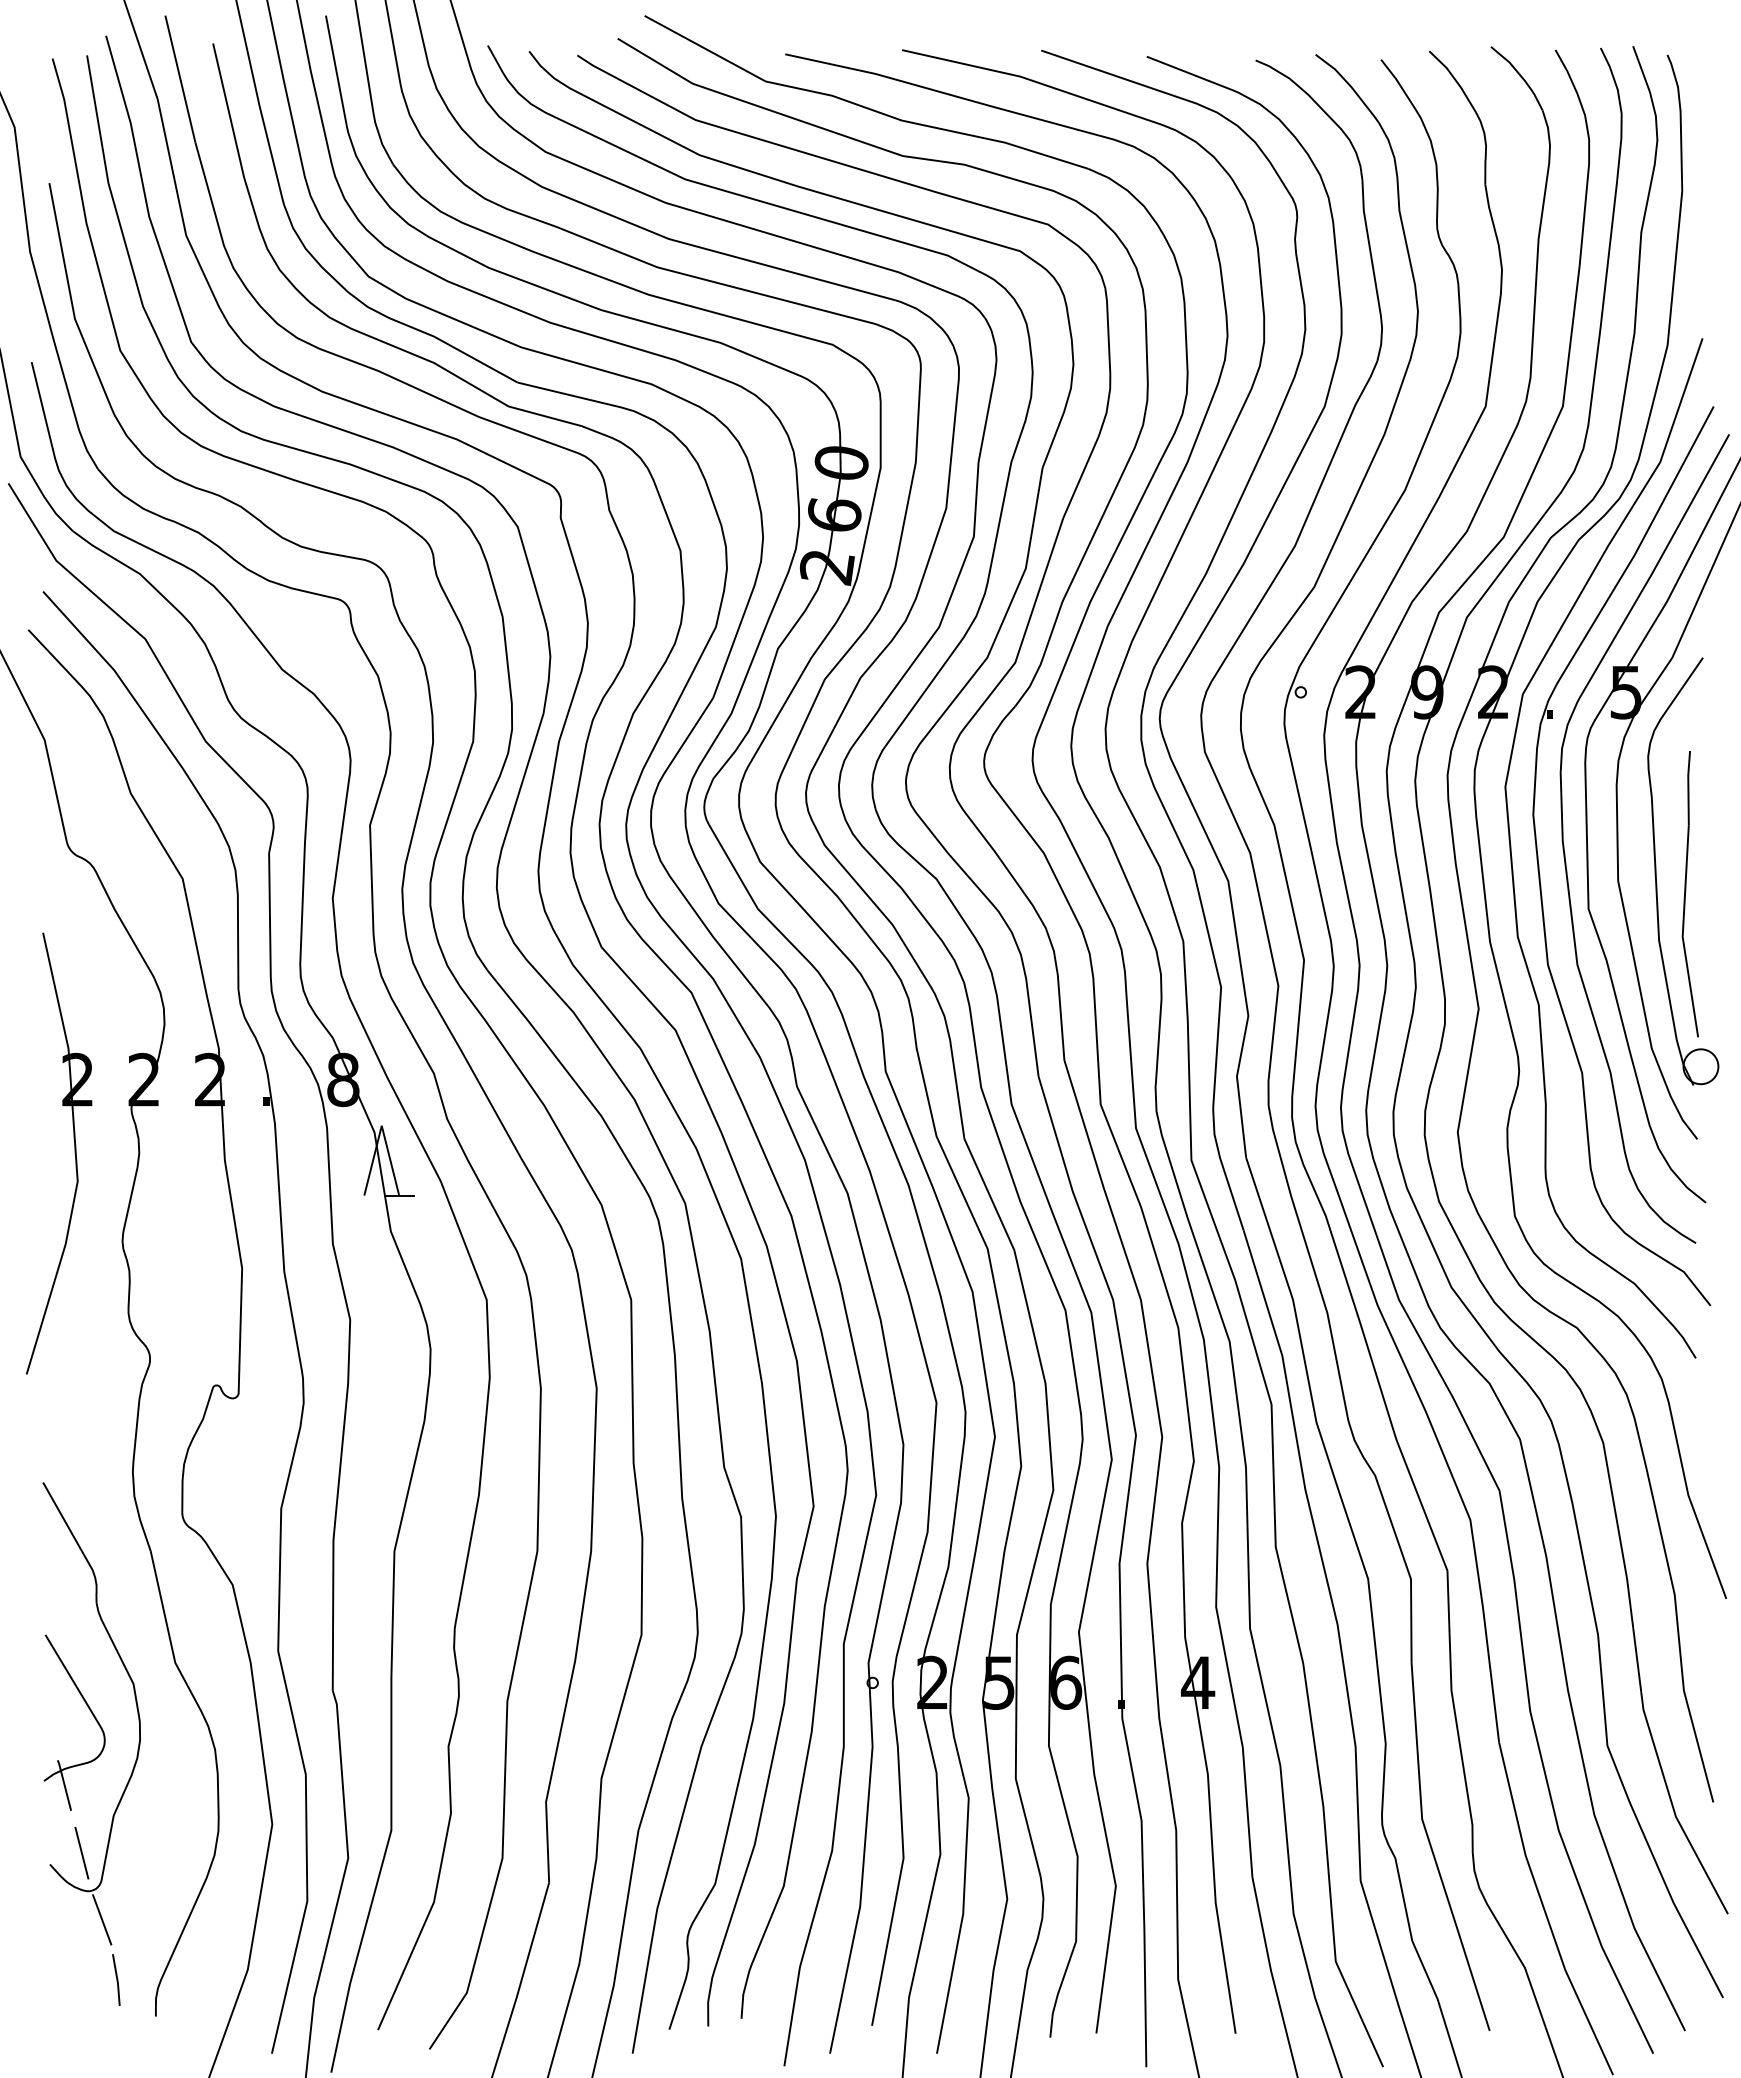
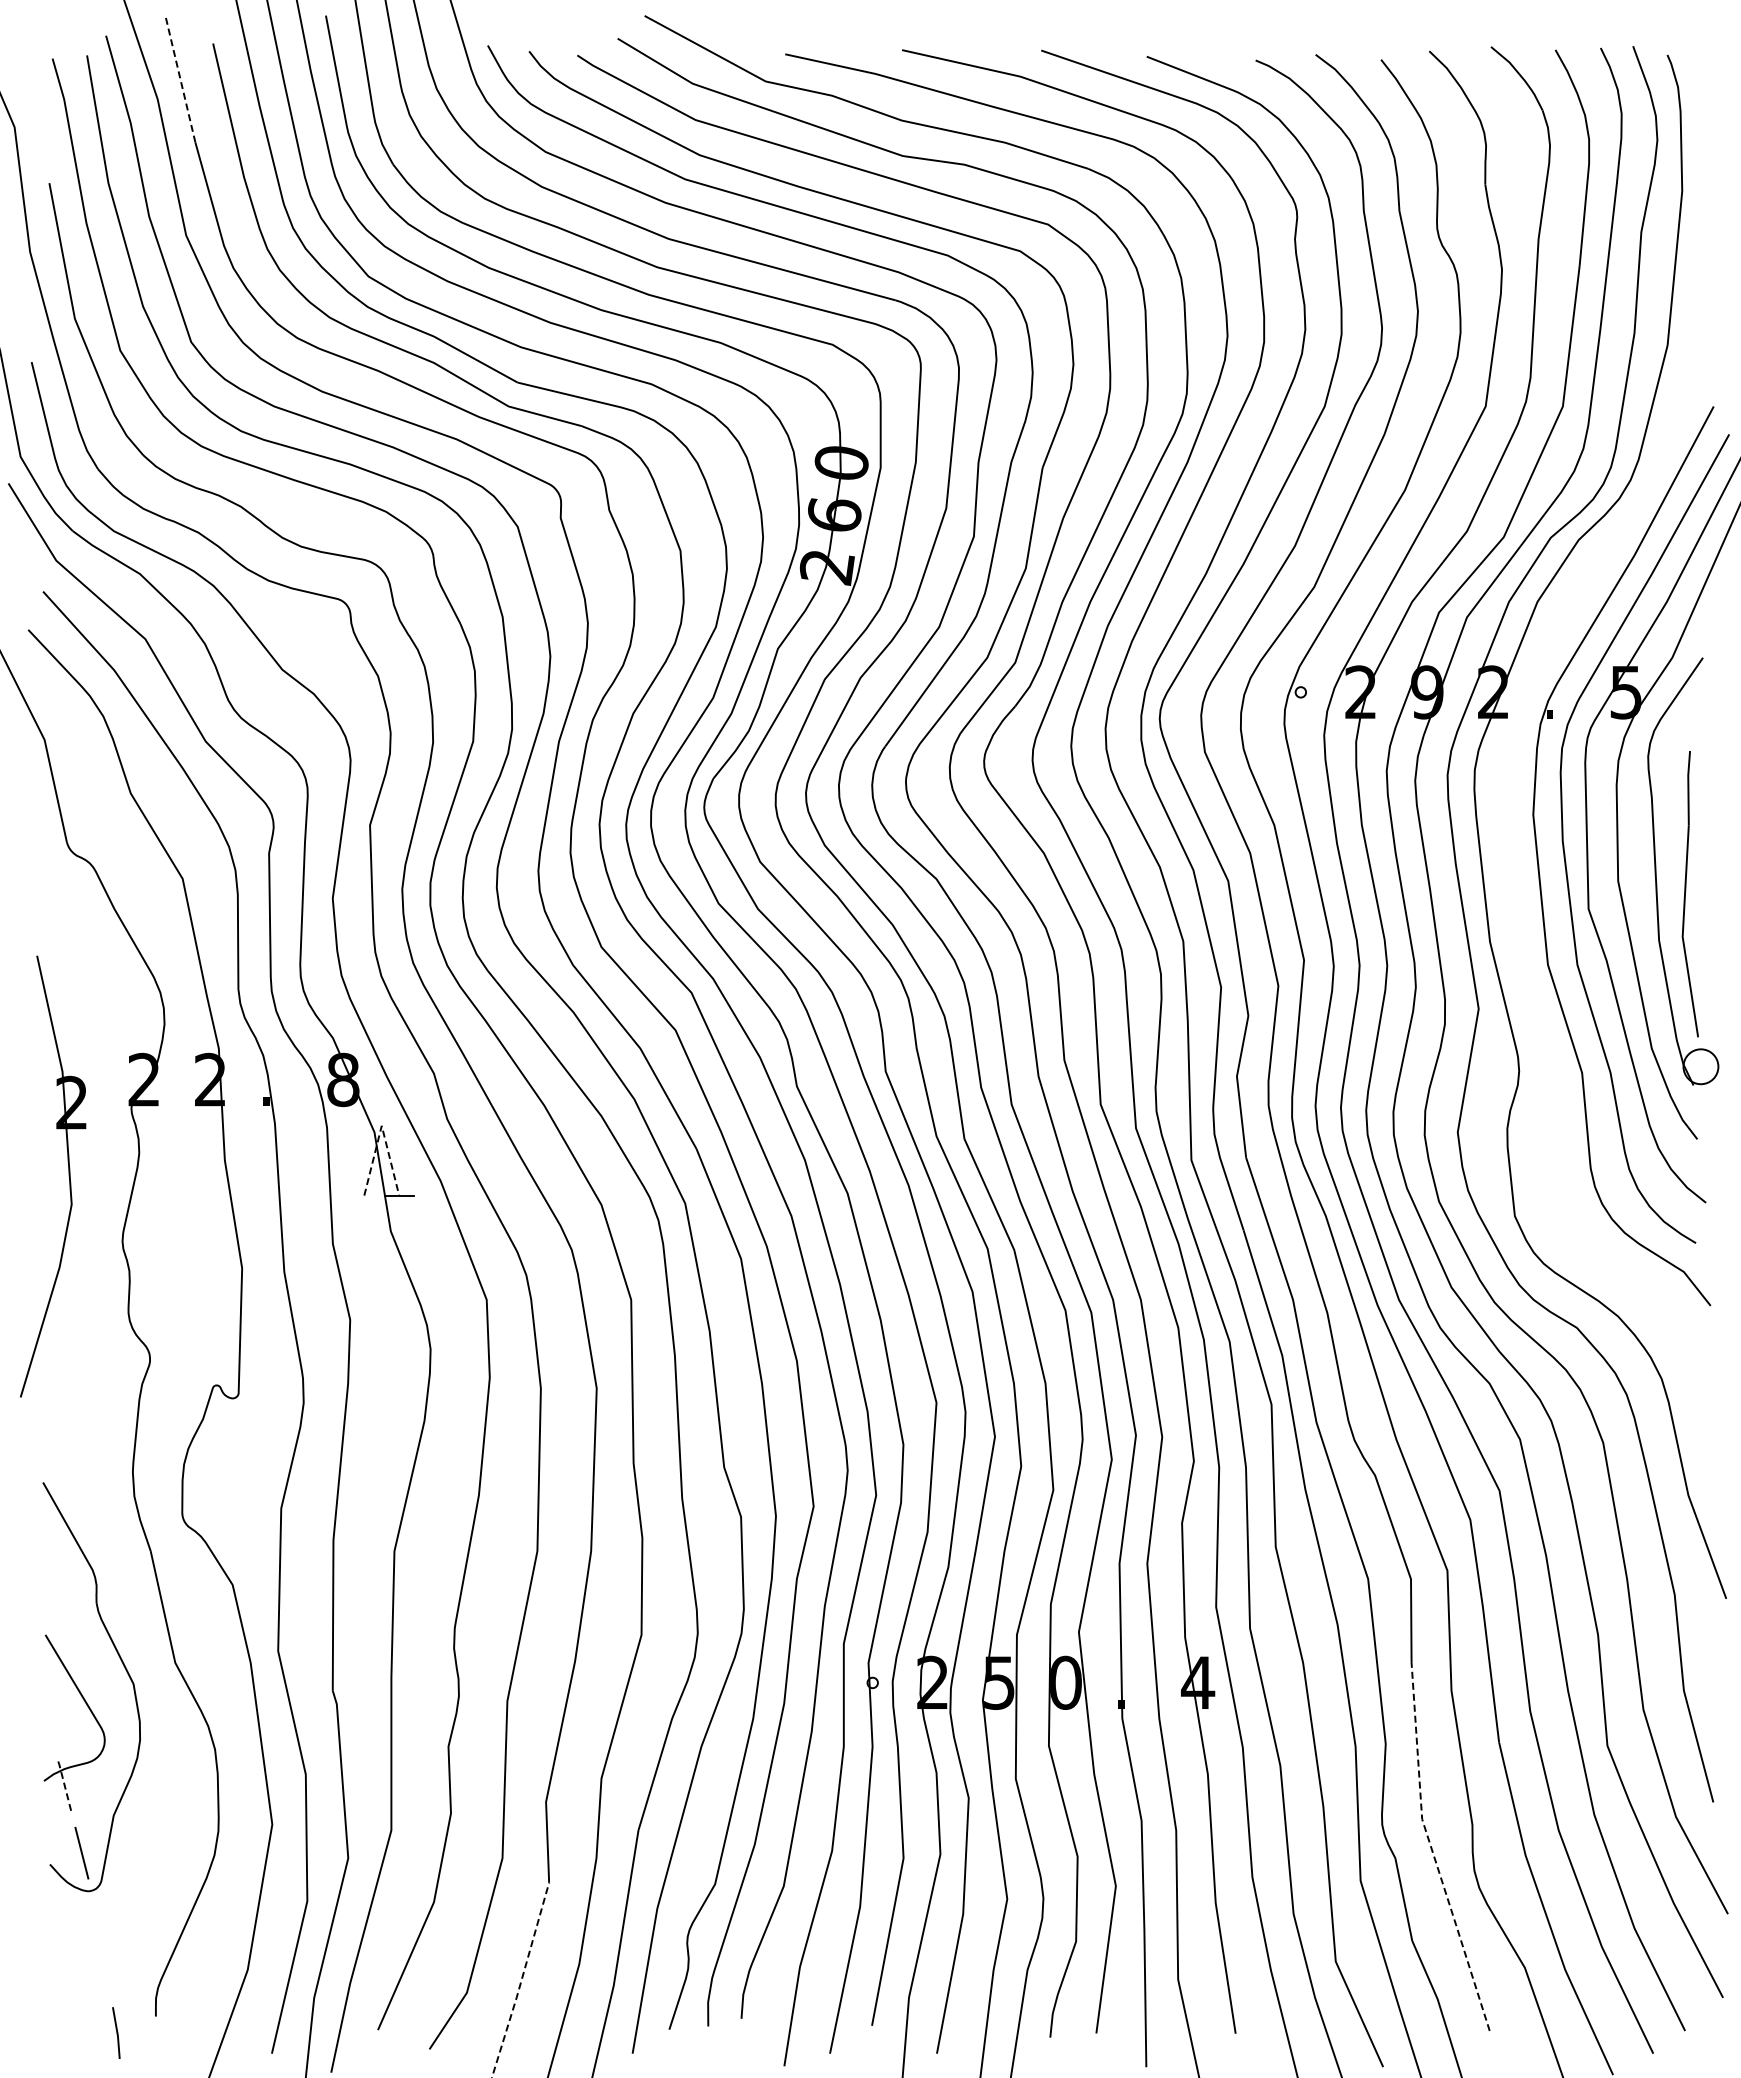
line at (180, 78): solid -> dashed
curve at (1512, 856): present -> none
line at (381, 1125): solid -> dashed
part at (74, 1153) position: (74, 1153) -> (68, 1176)
text at (1066, 1682): 6 -> 0
line at (64, 1784): solid -> dashed
line at (1432, 1850): solid -> dashed
line at (102, 1919): present -> none
line at (116, 1979) position: (116, 1979) -> (116, 2032)
line at (521, 1980): solid -> dashed
